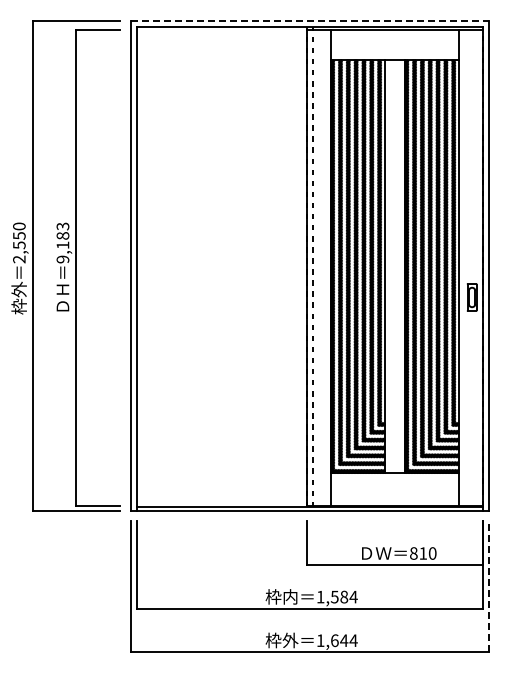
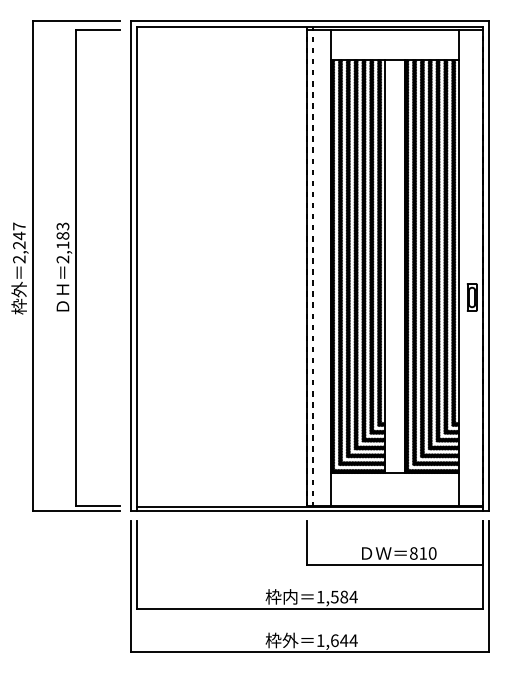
line at (310, 20): dashed -> solid
text at (19, 235): 2,550 -> 2,247
text at (63, 259): 9,183 -> 2,183
line at (489, 586): dashed -> solid
